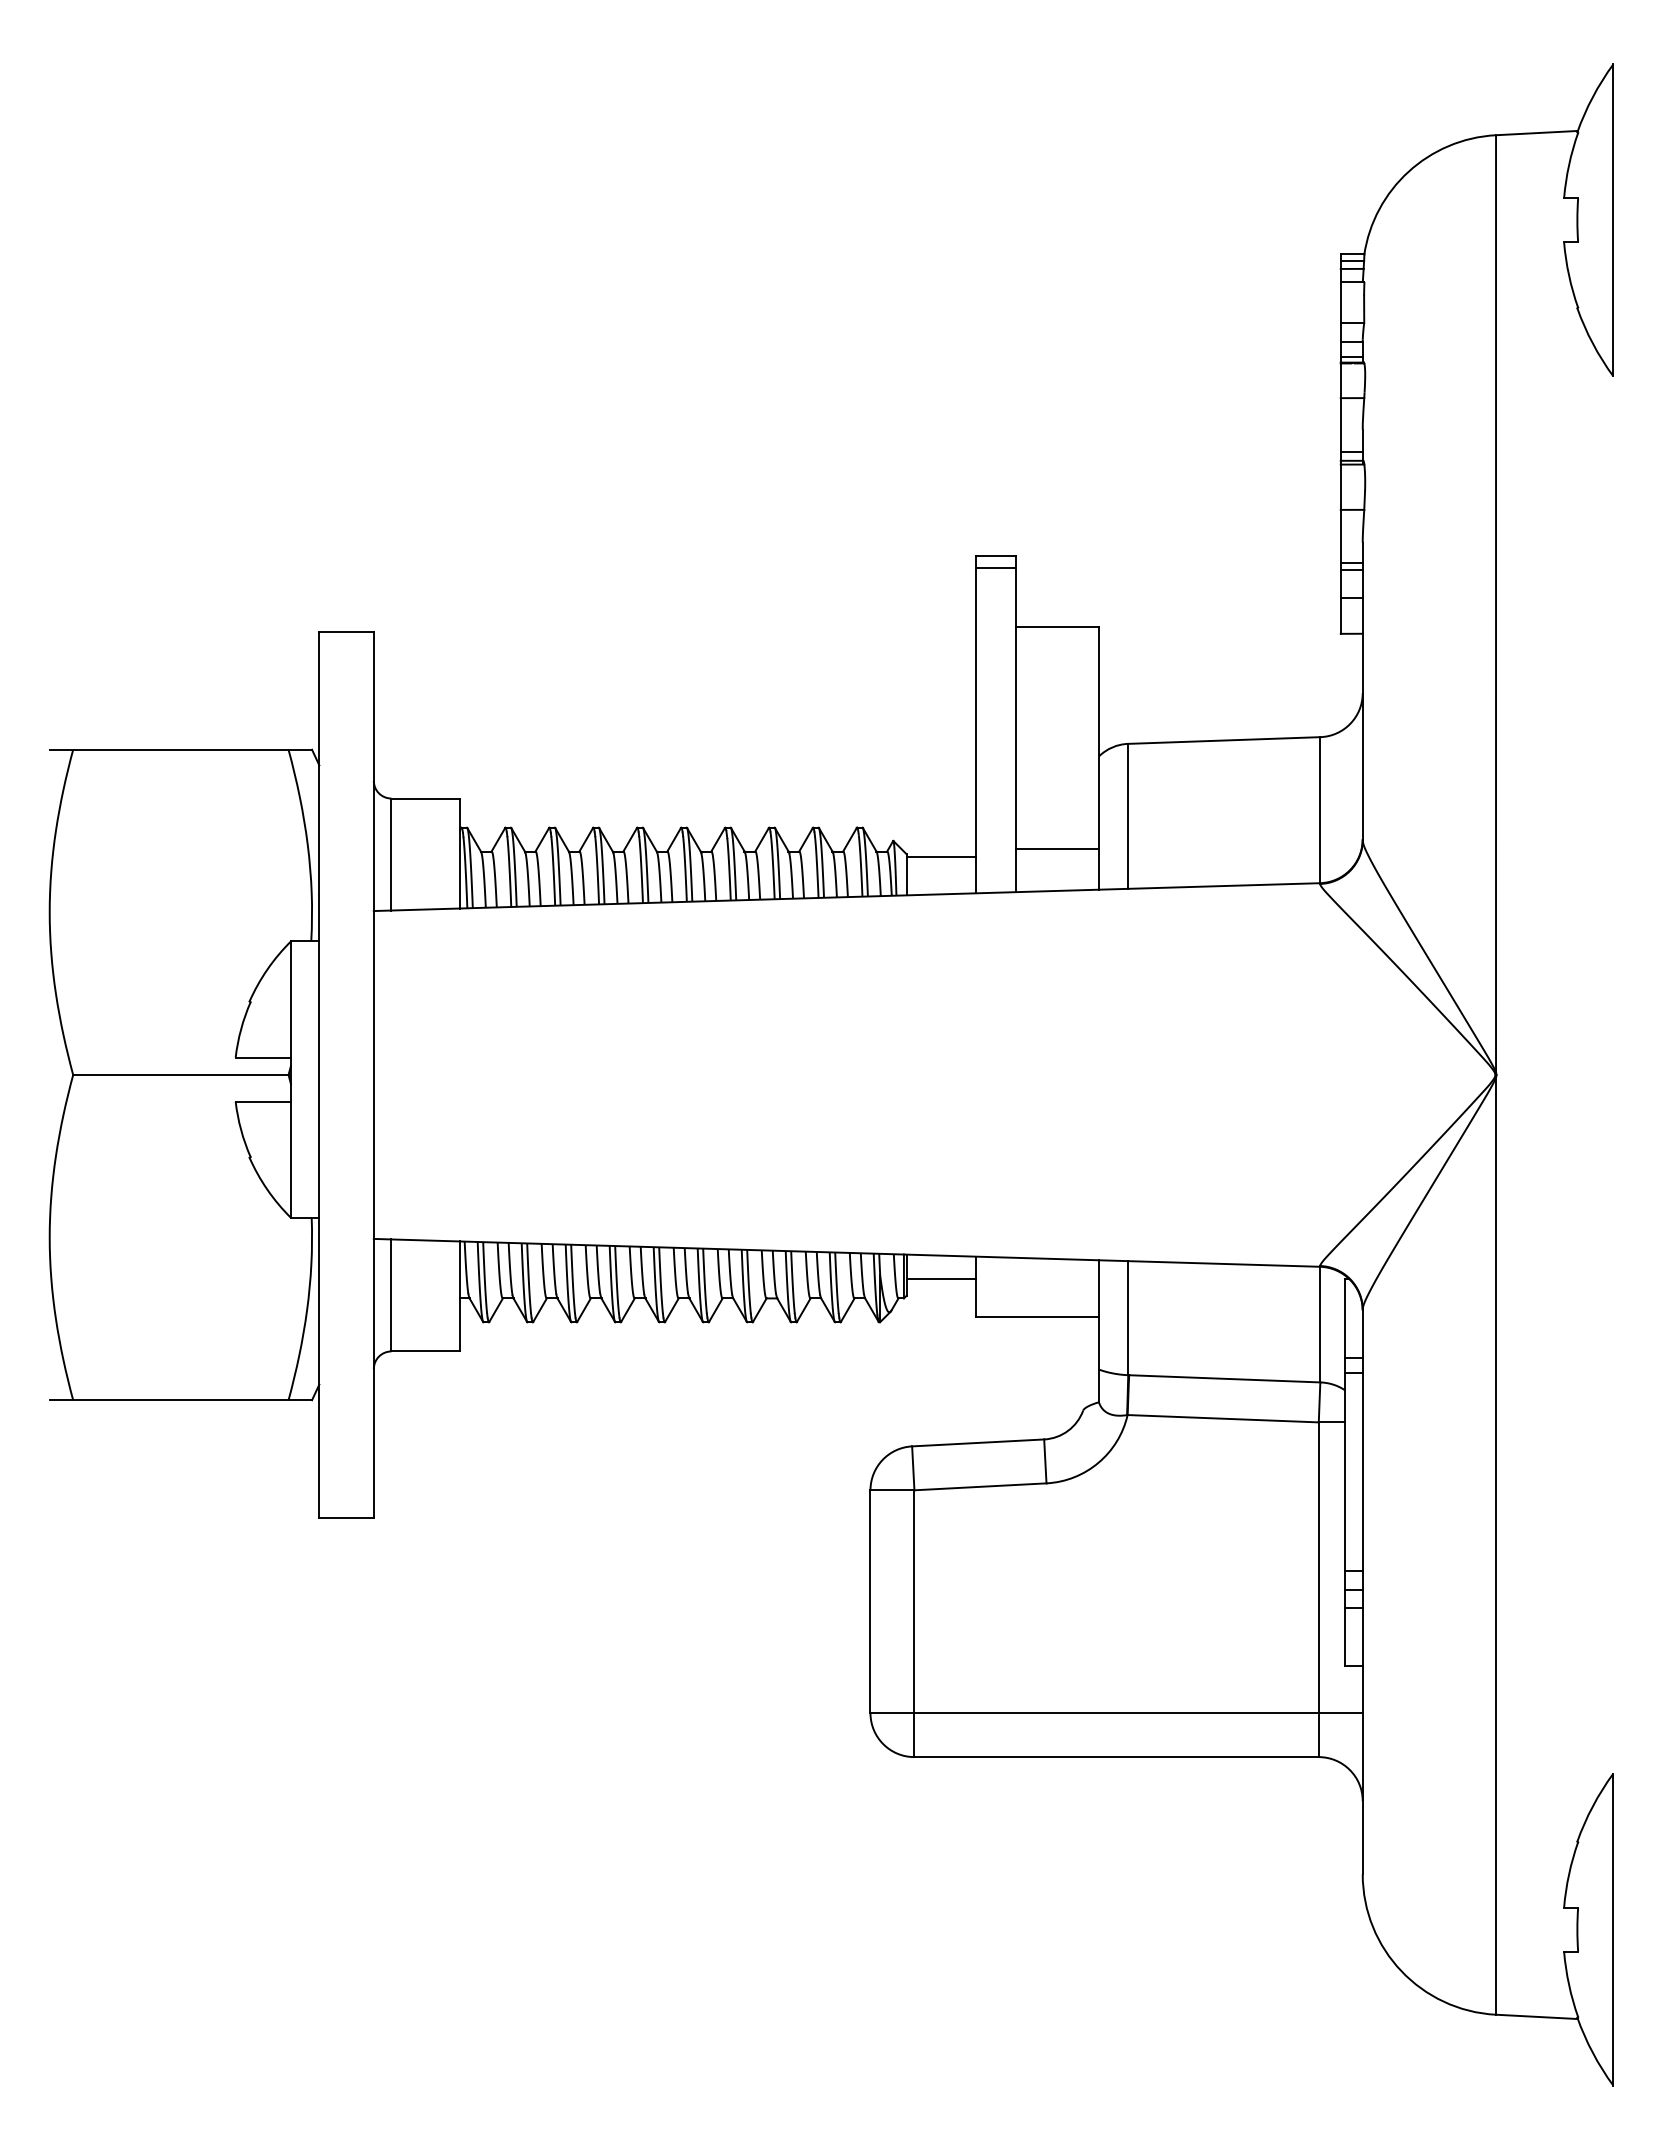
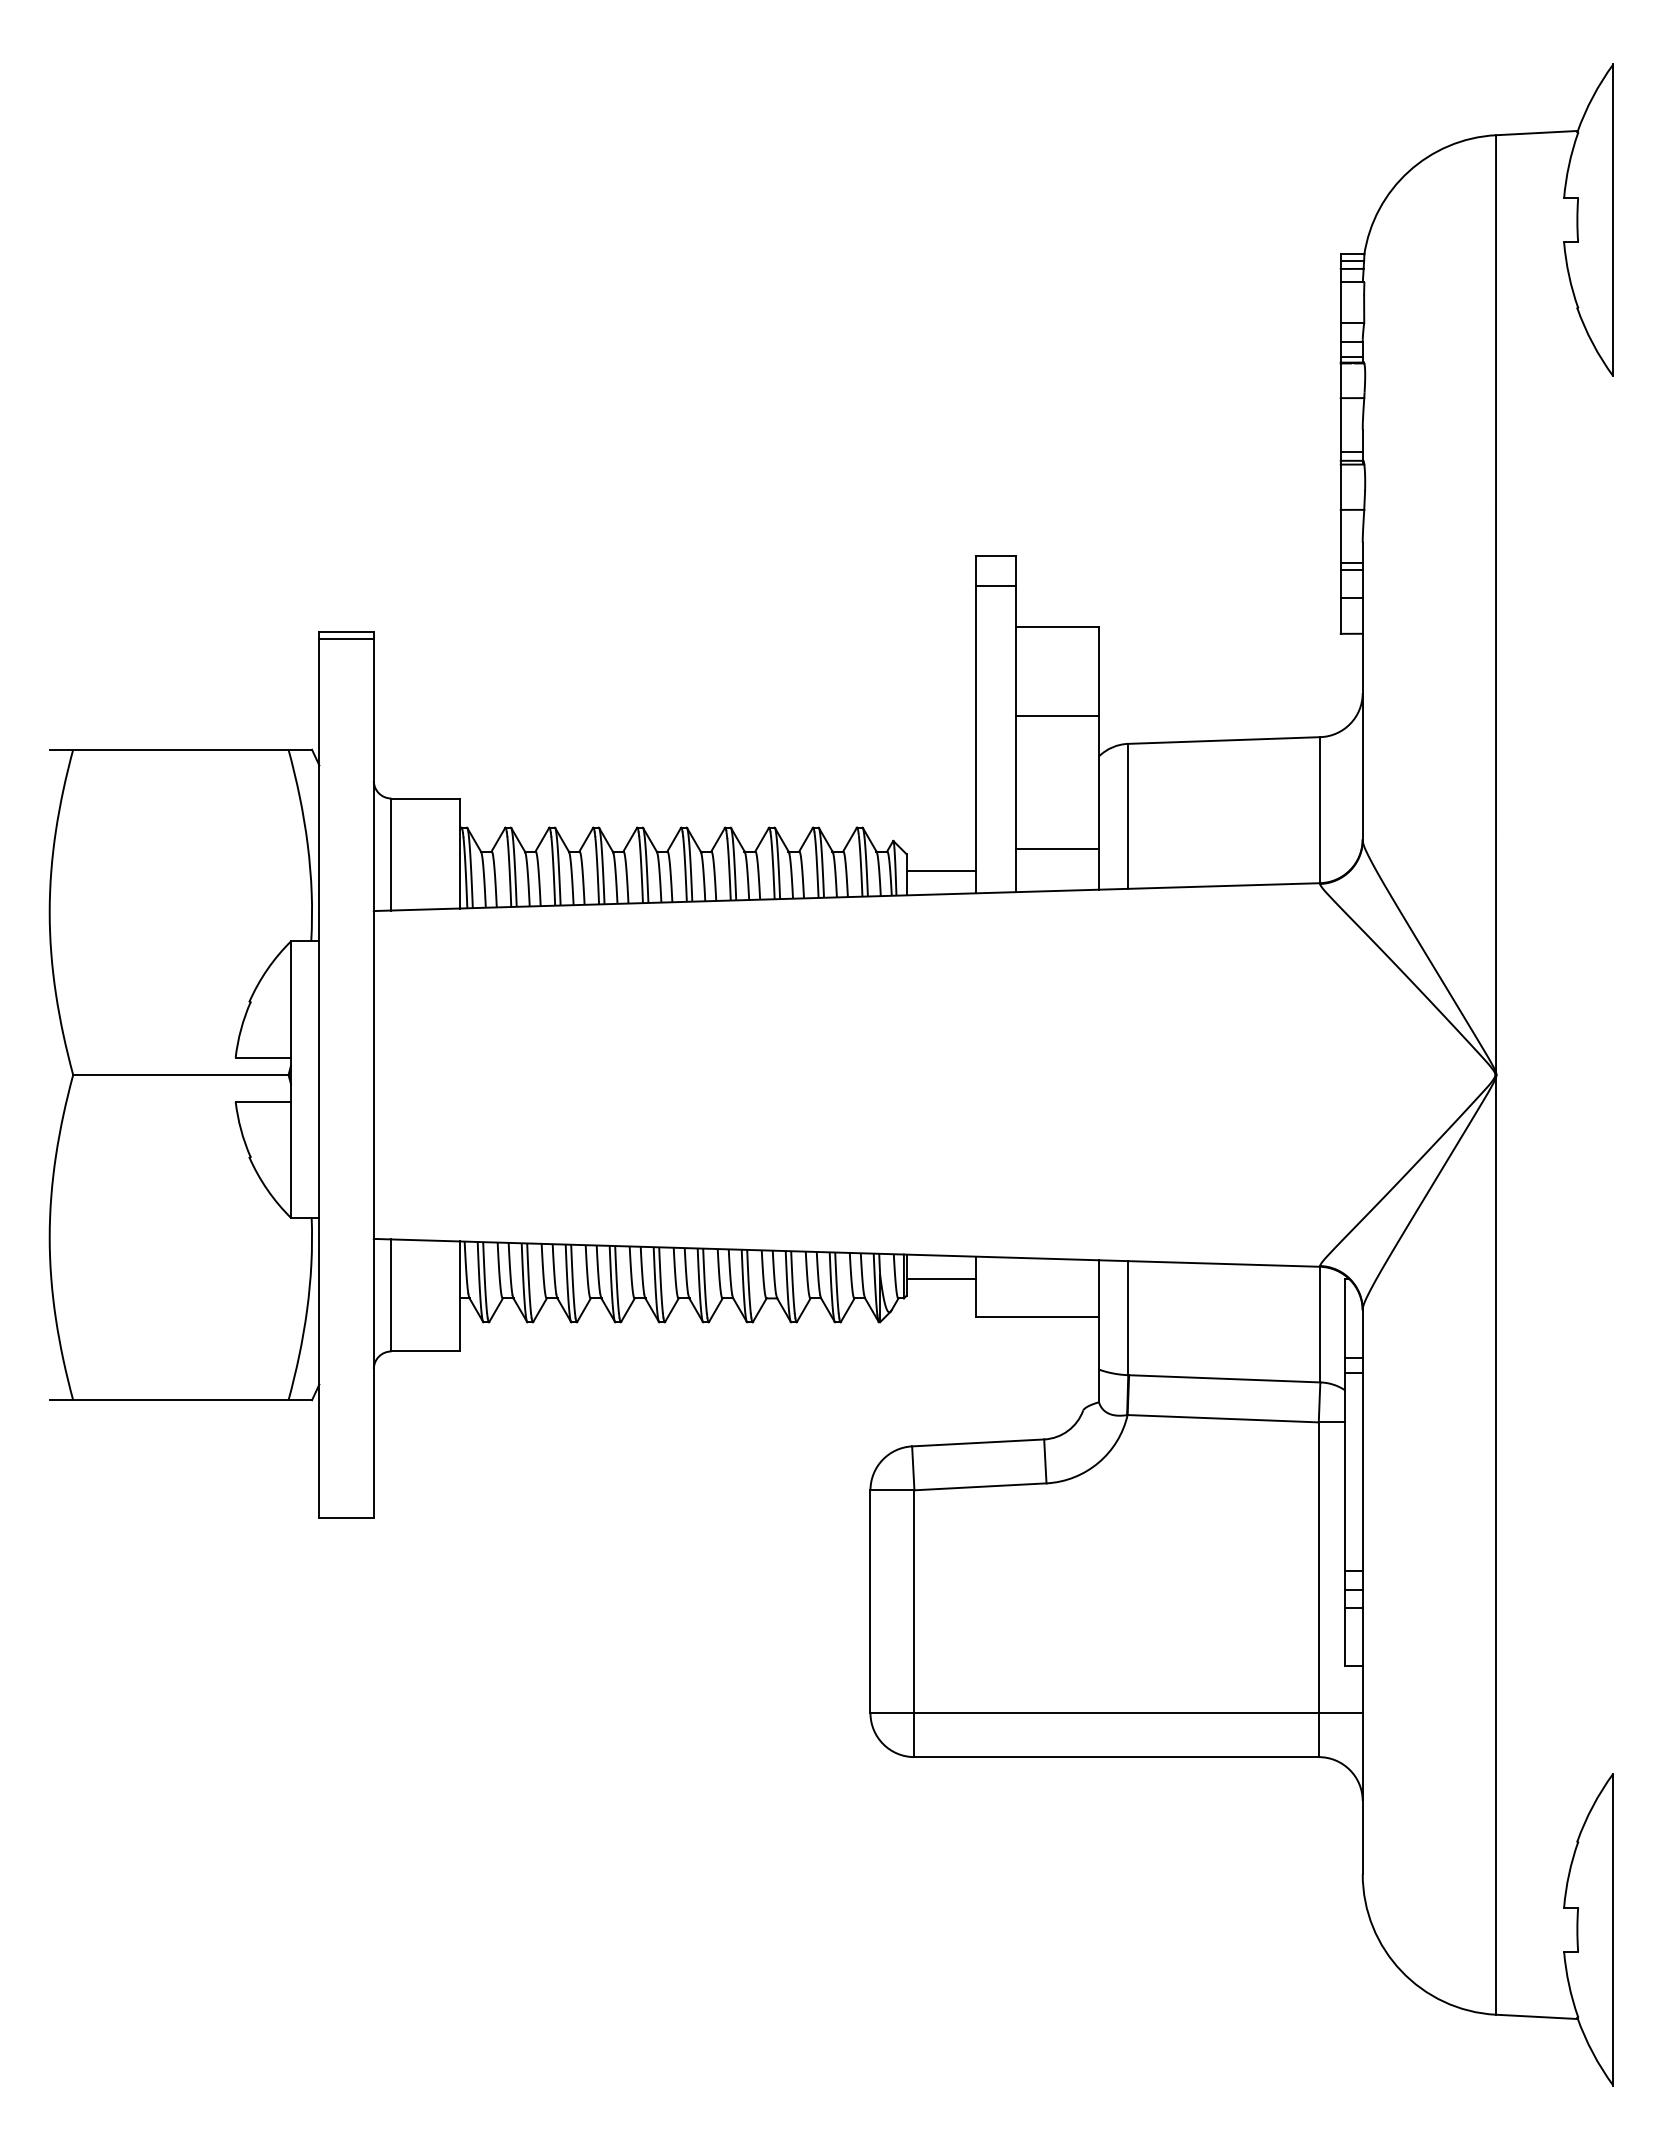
line at (995, 567) position: (995, 567) -> (995, 585)
line at (346, 638): none -> present
line at (1057, 715): none -> present
line at (940, 856) position: (940, 856) -> (940, 870)
